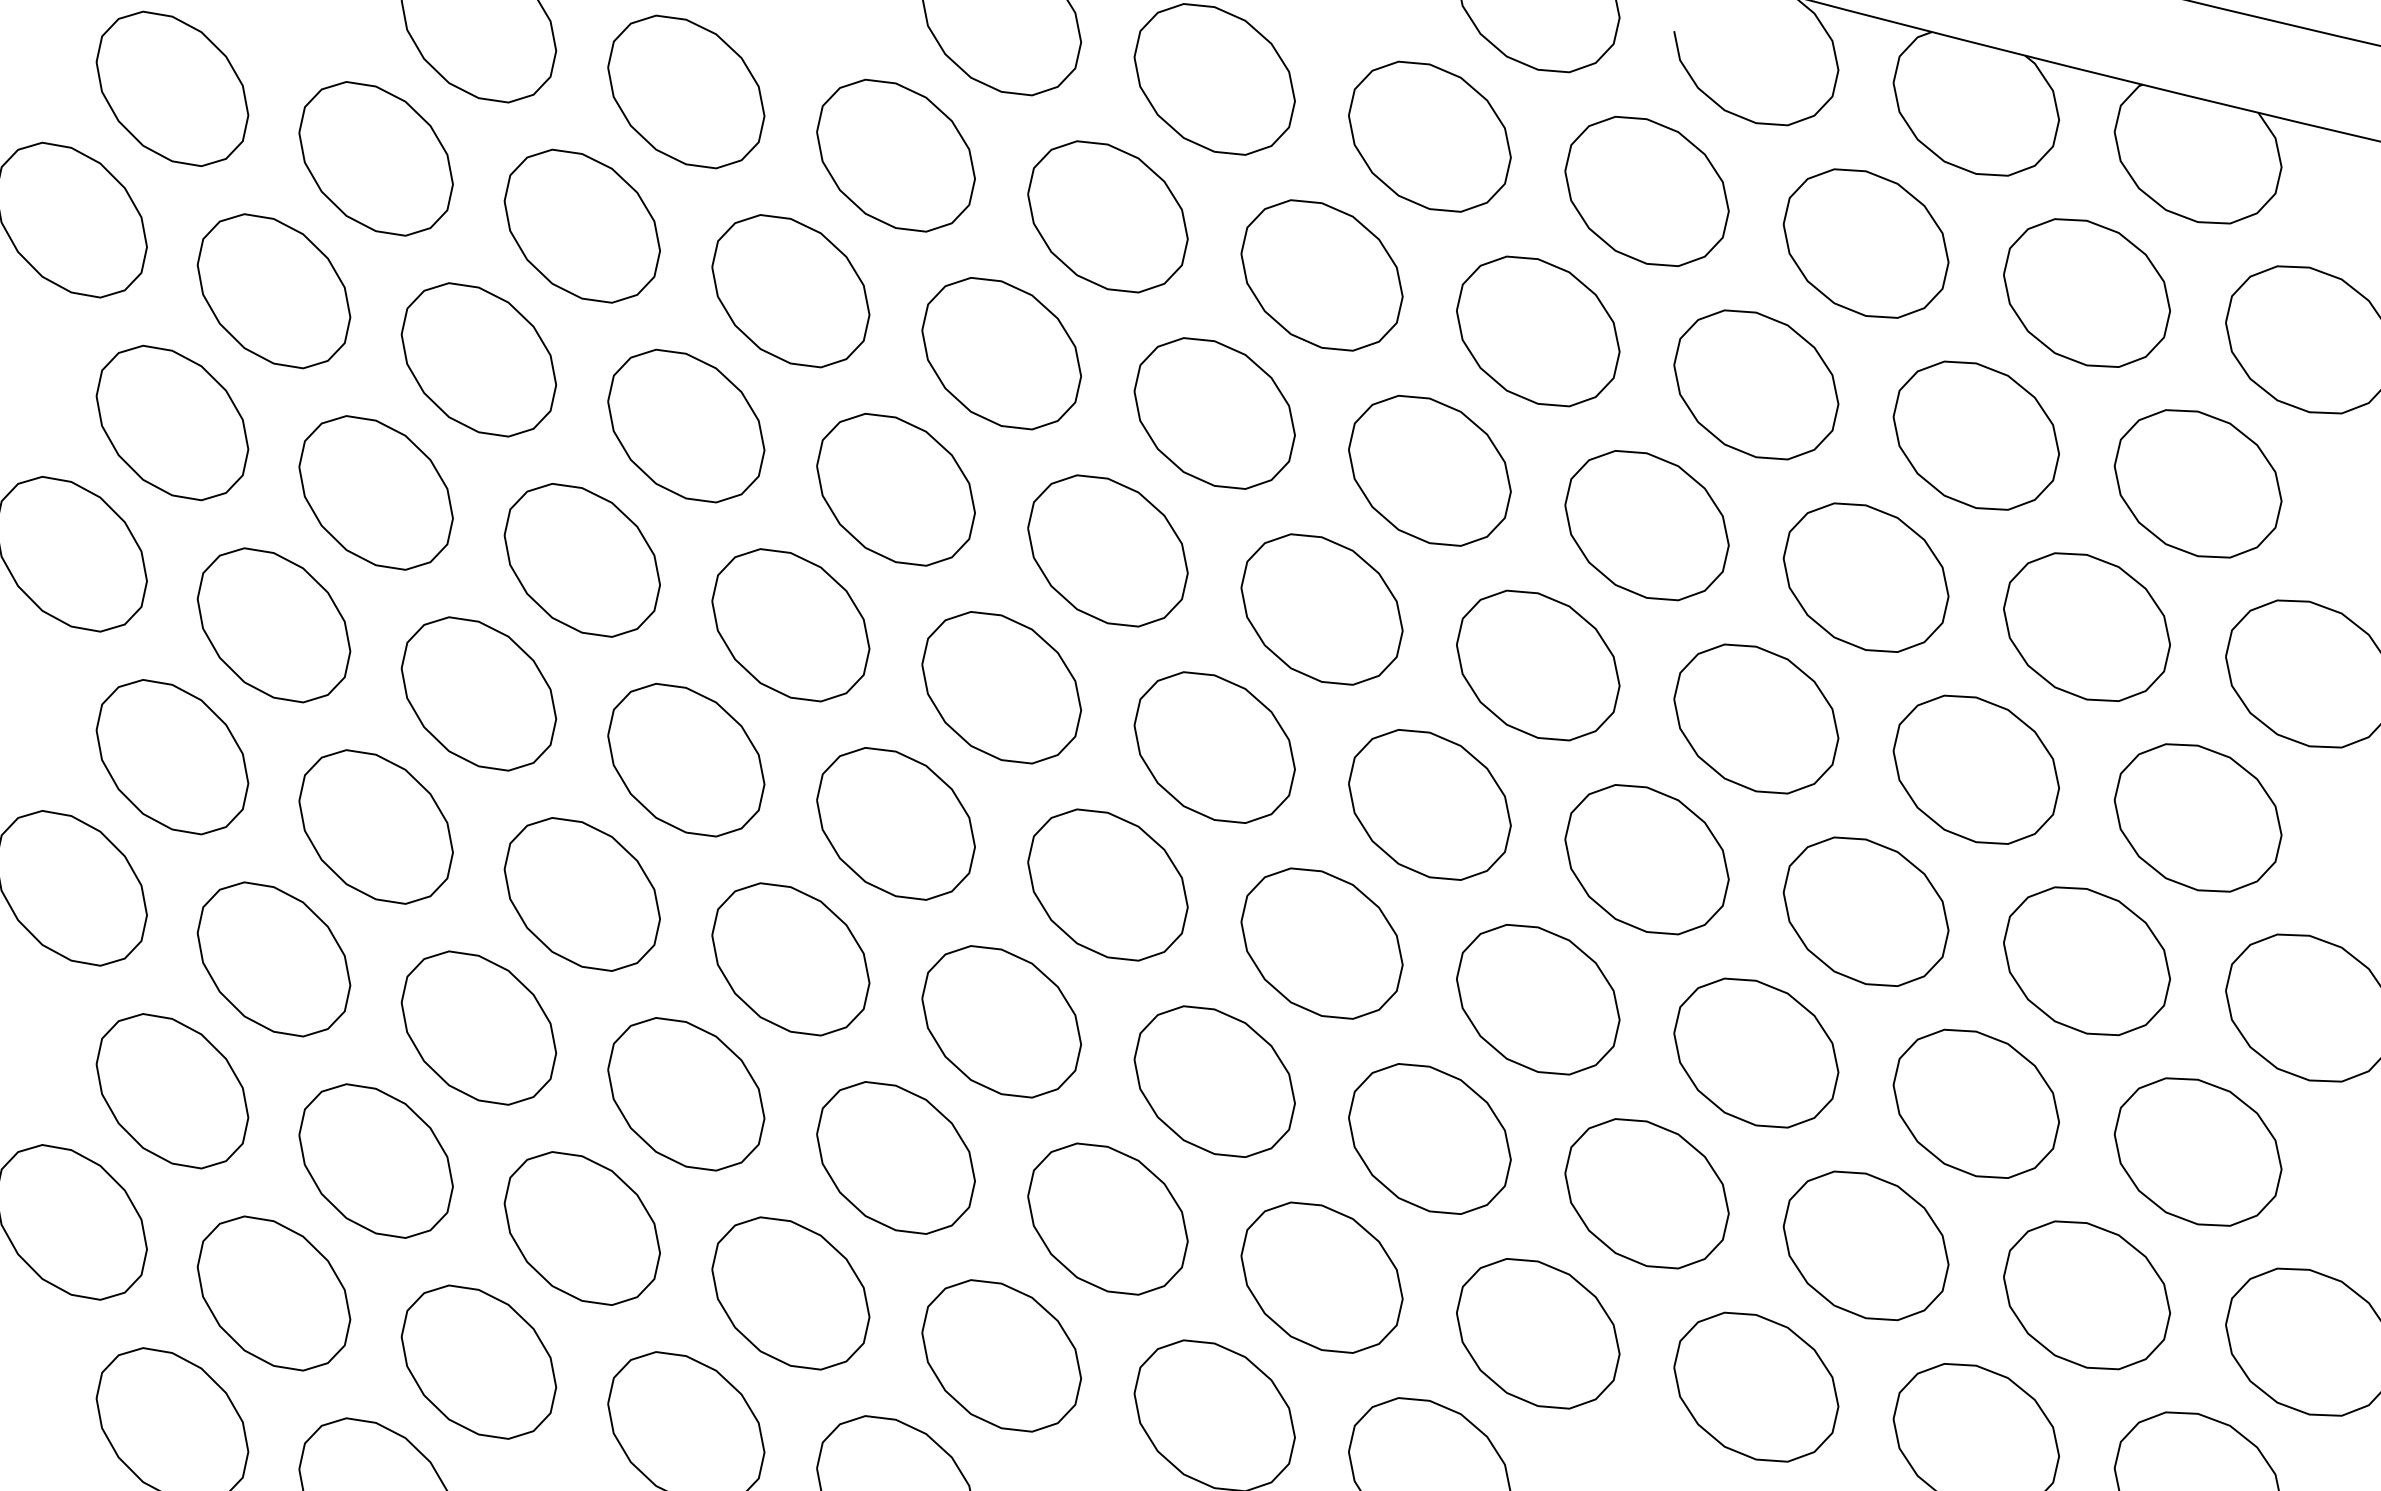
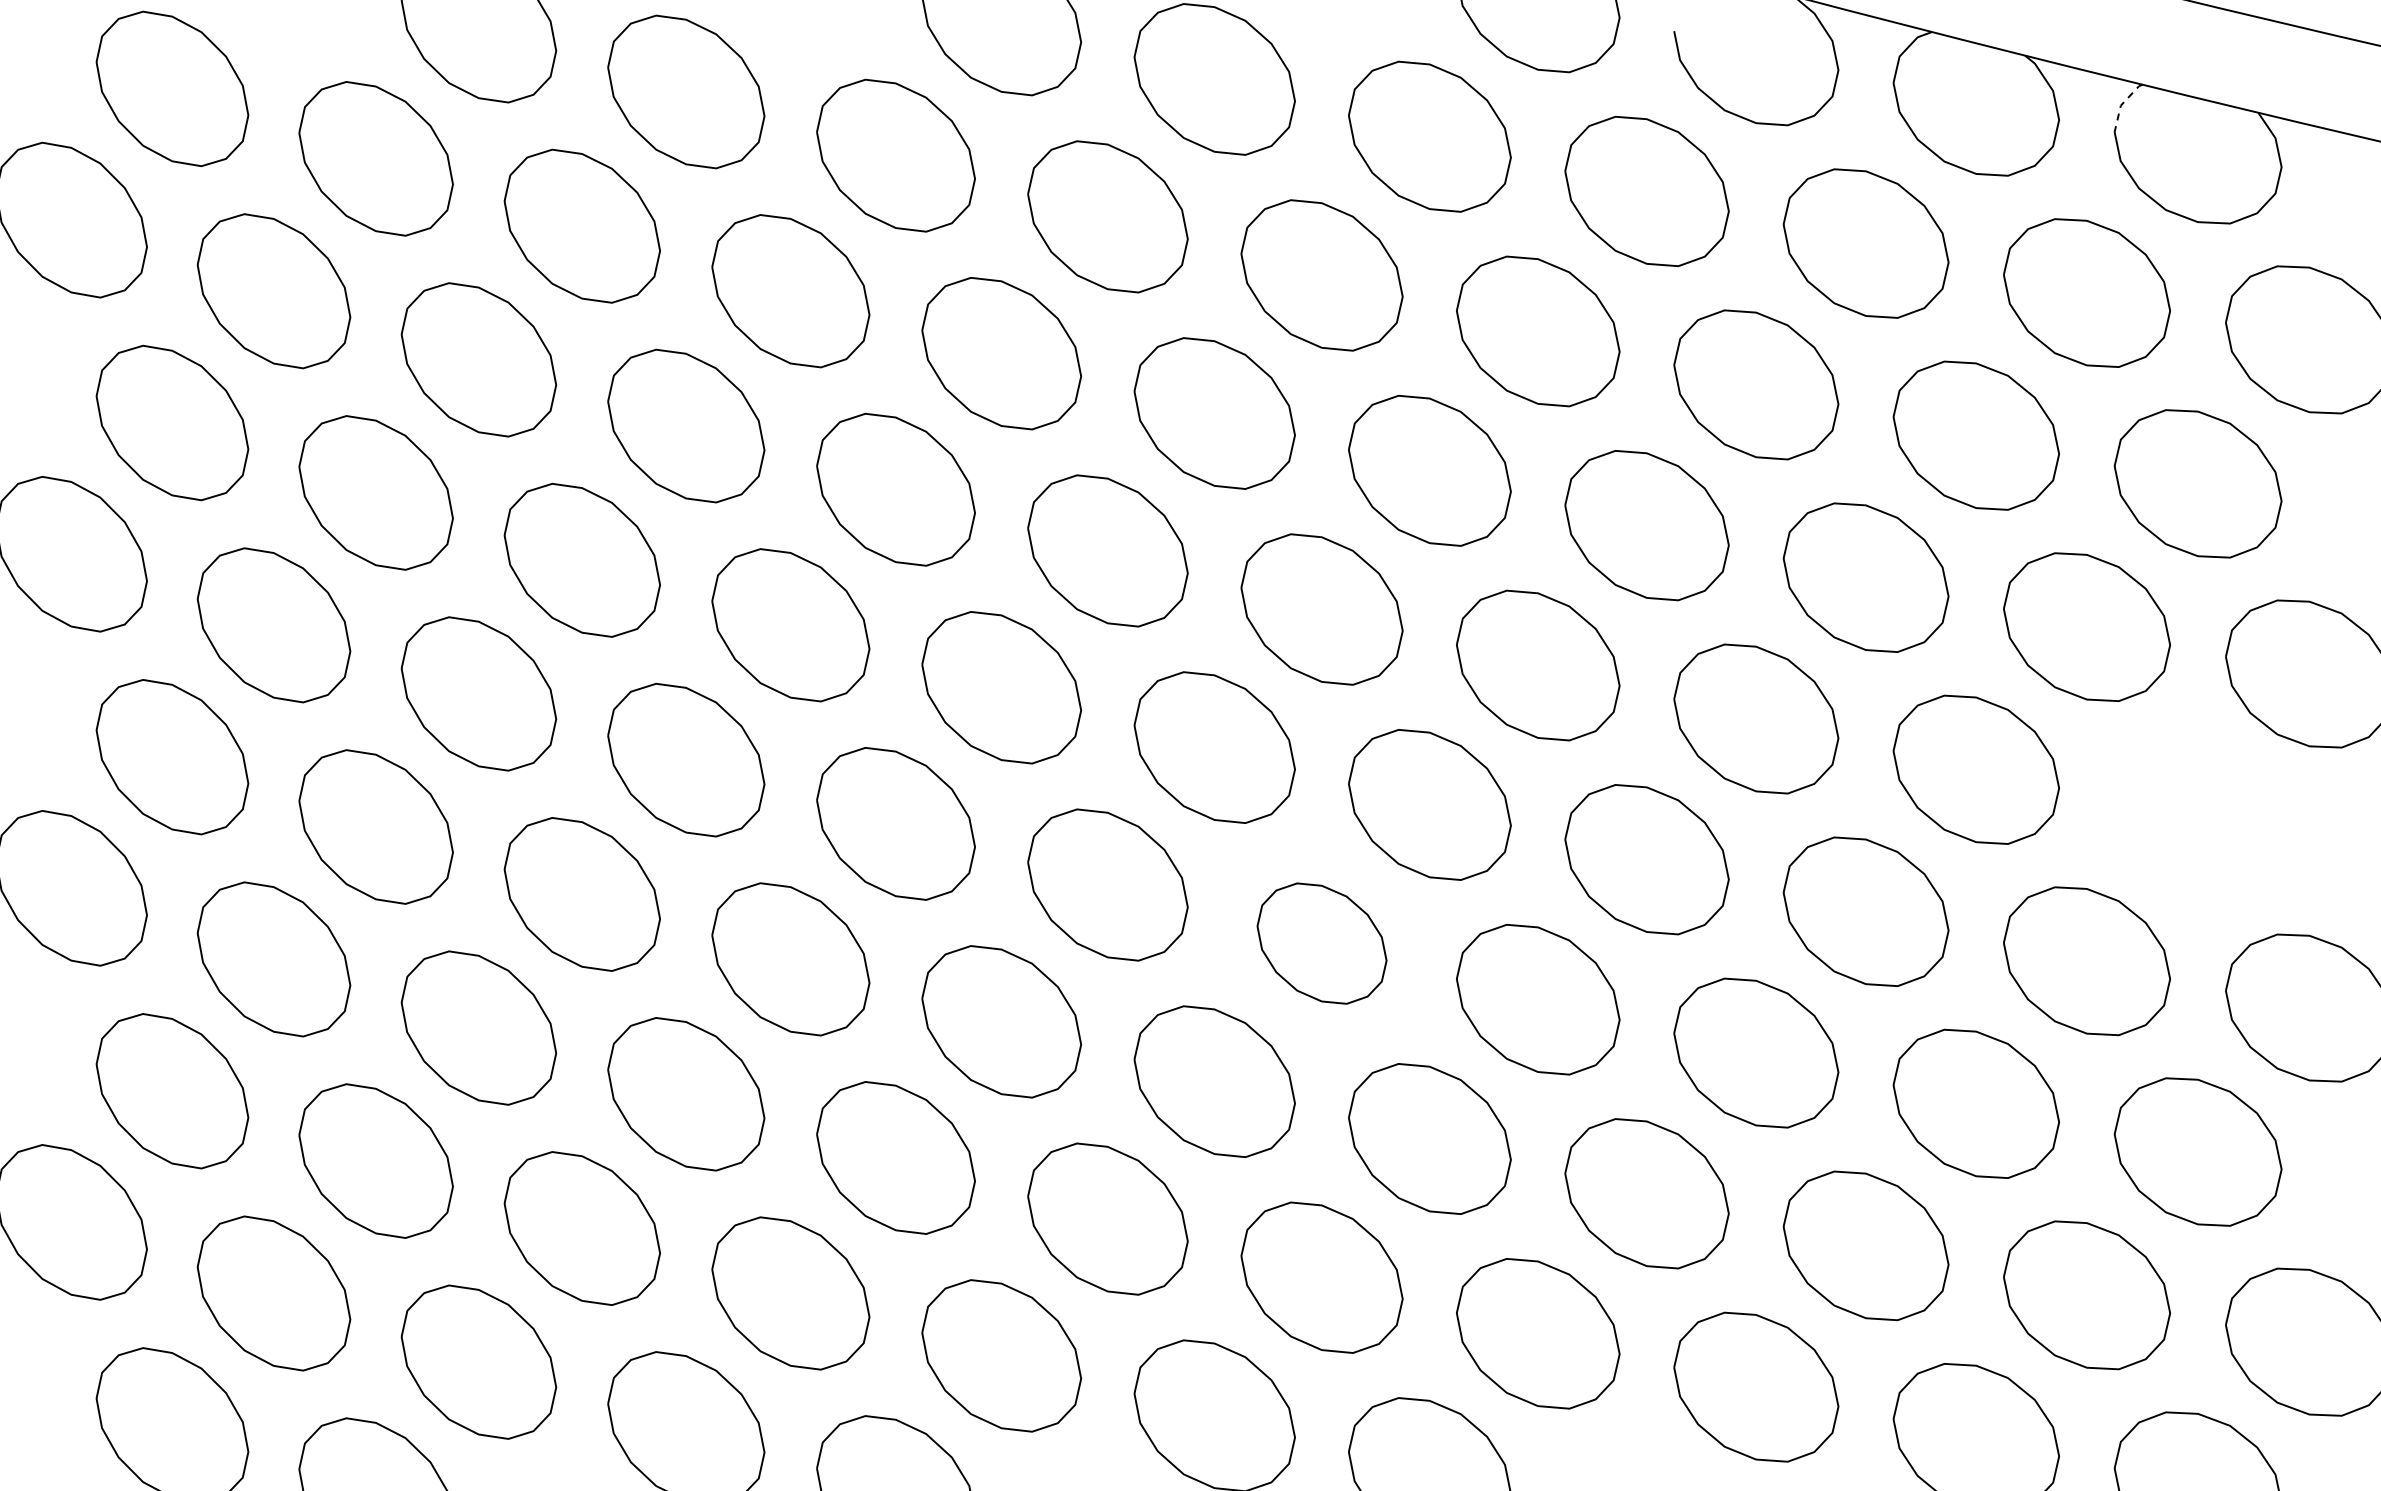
line at (2121, 104): solid -> dashed
part at (2197, 817): present -> none
part at (1321, 943) size: 164x153 px -> 132x123 px
